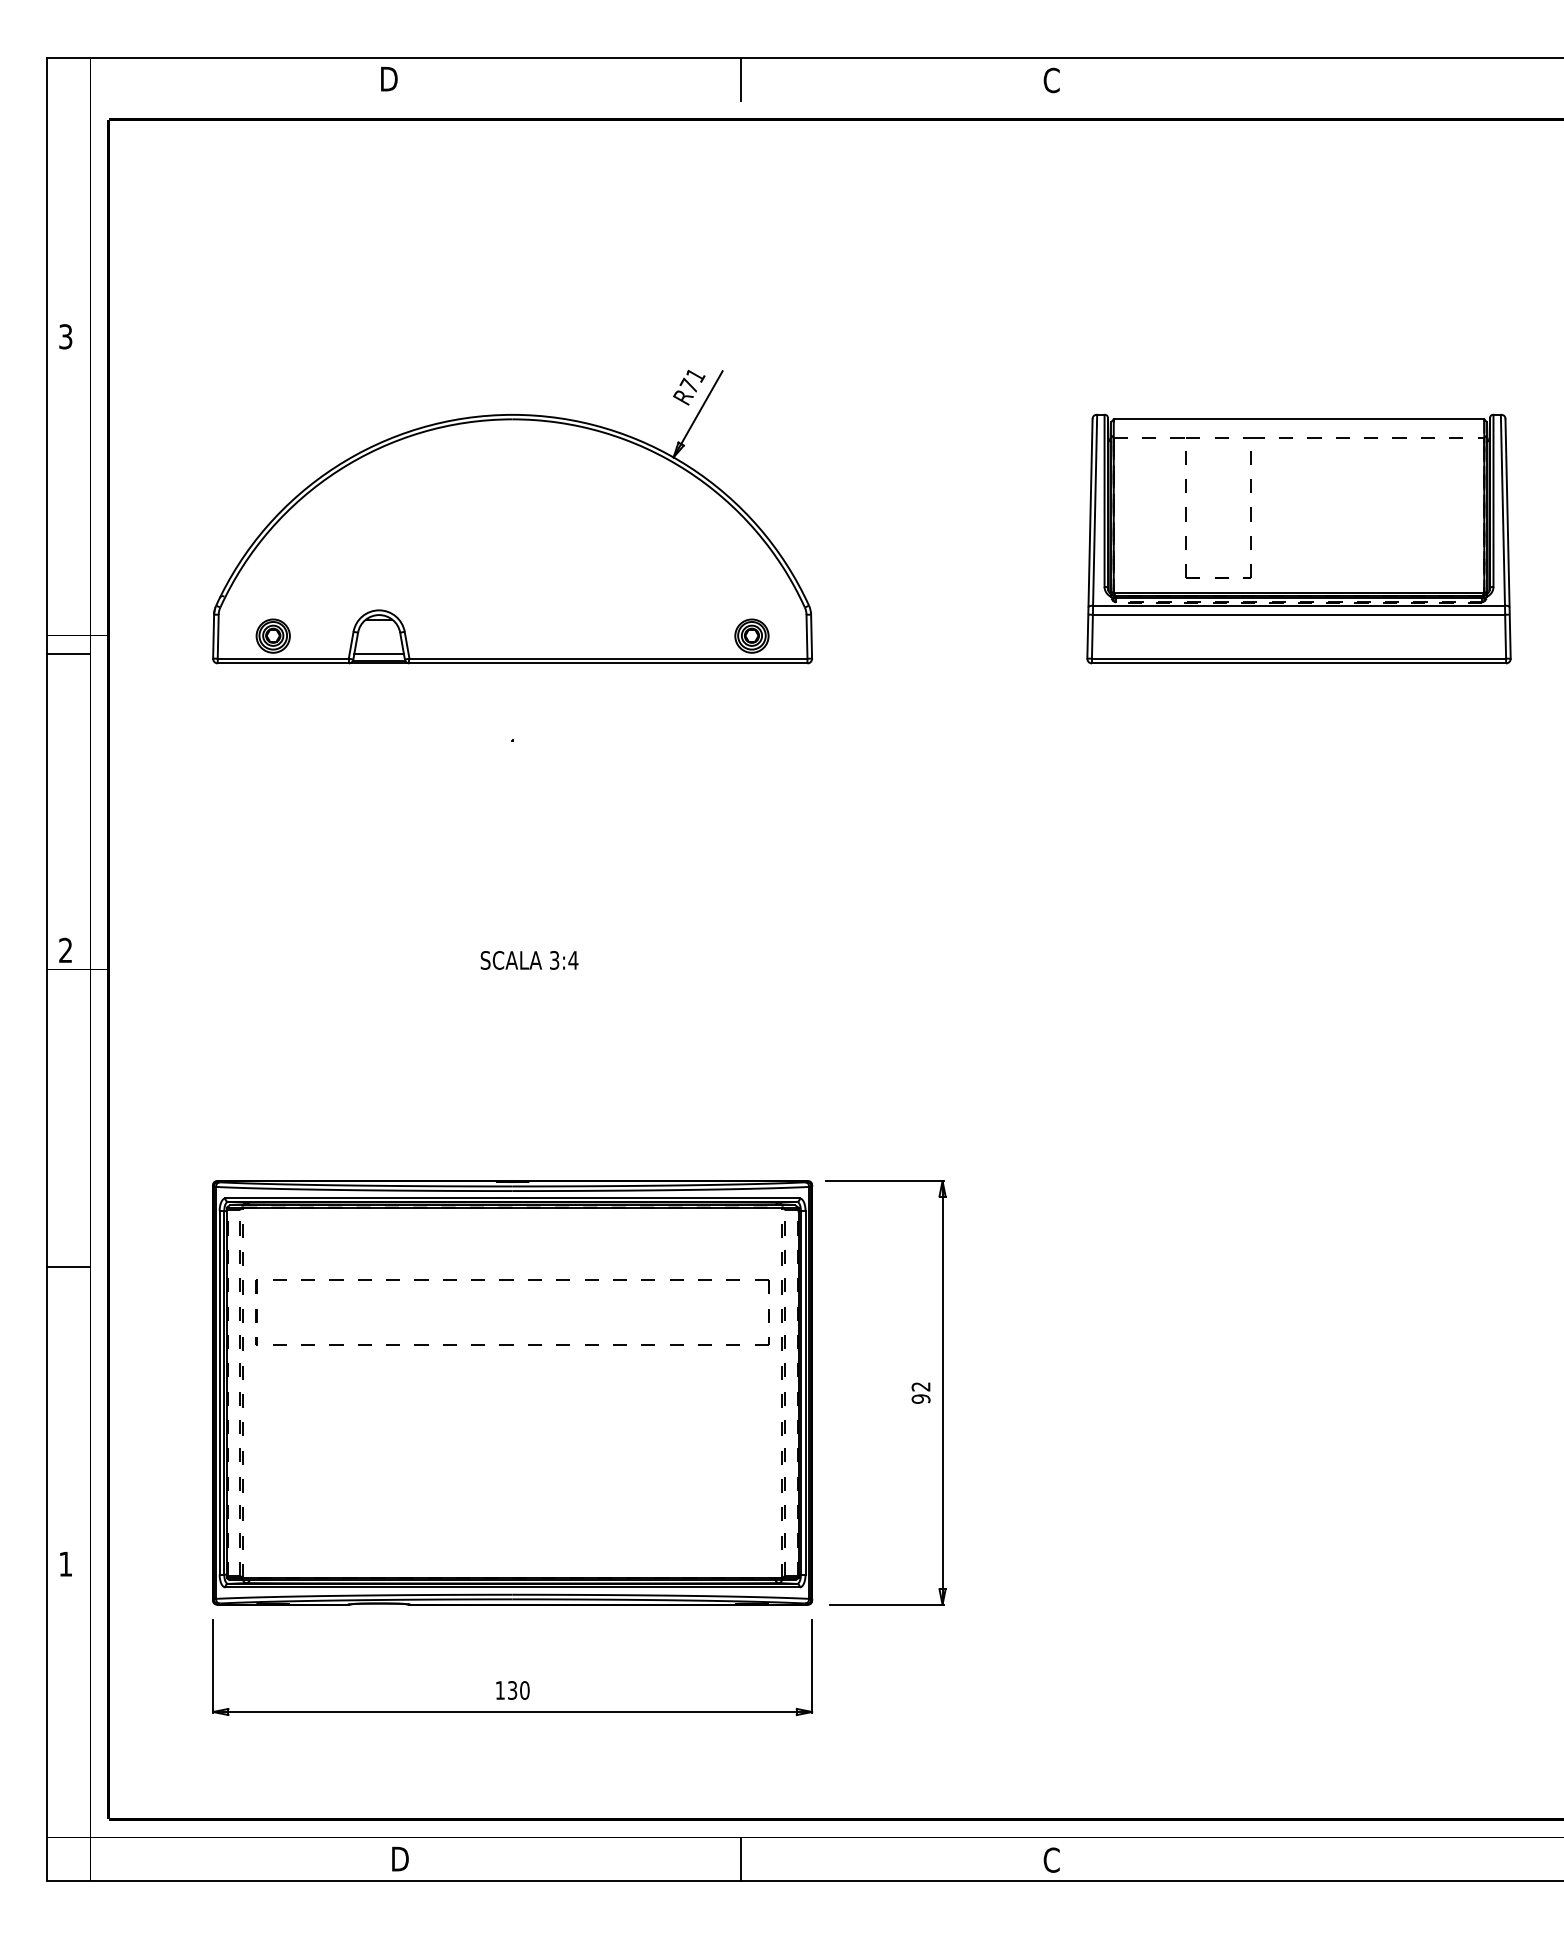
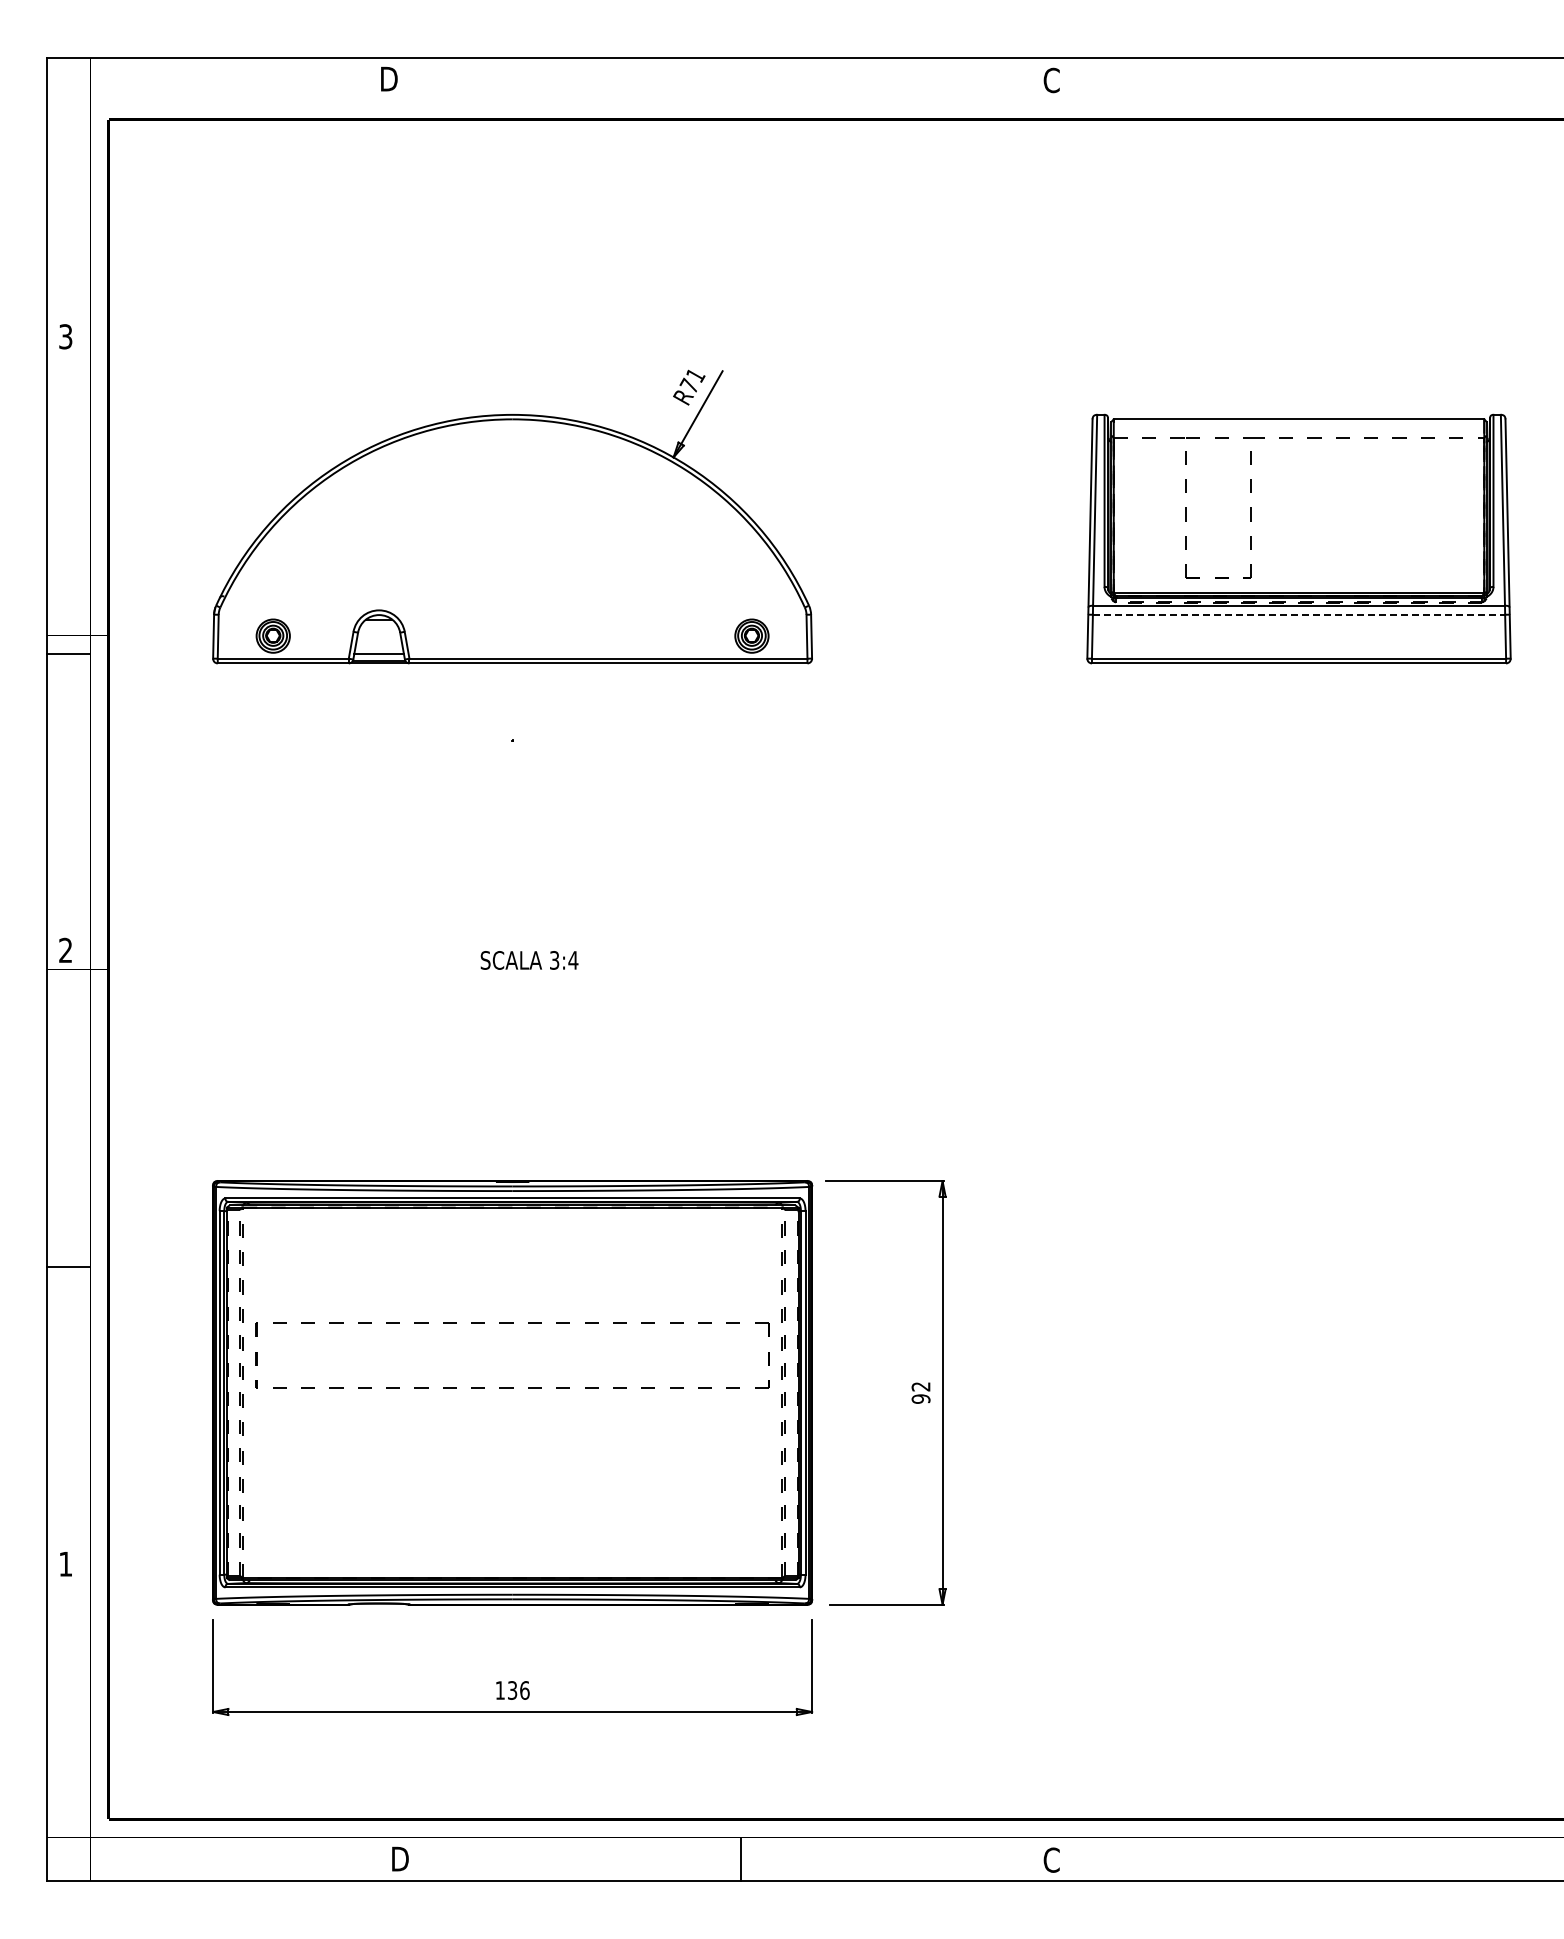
line at (740, 79): present -> none
line at (1299, 614): solid -> dashed
part at (512, 1280) position: (512, 1280) -> (512, 1323)
text at (524, 1690): 130 -> 136
